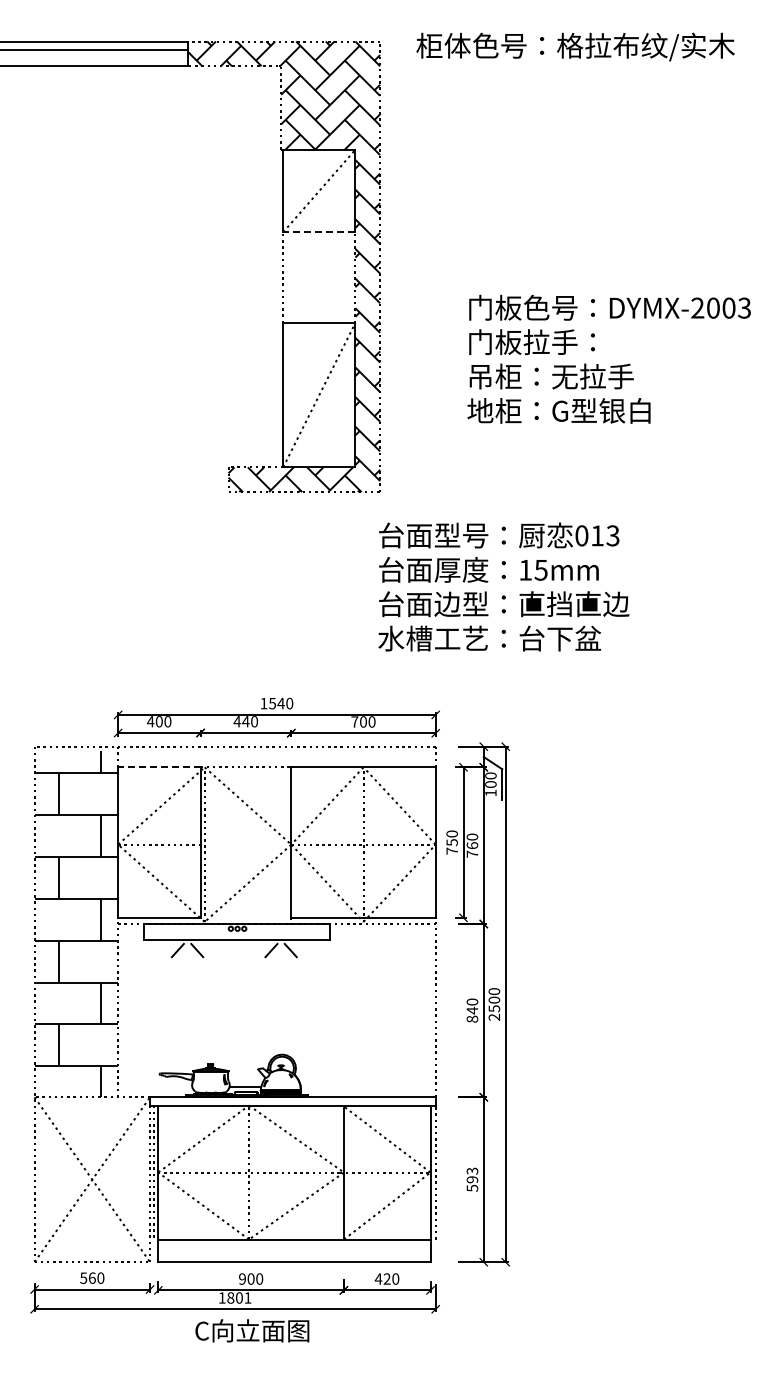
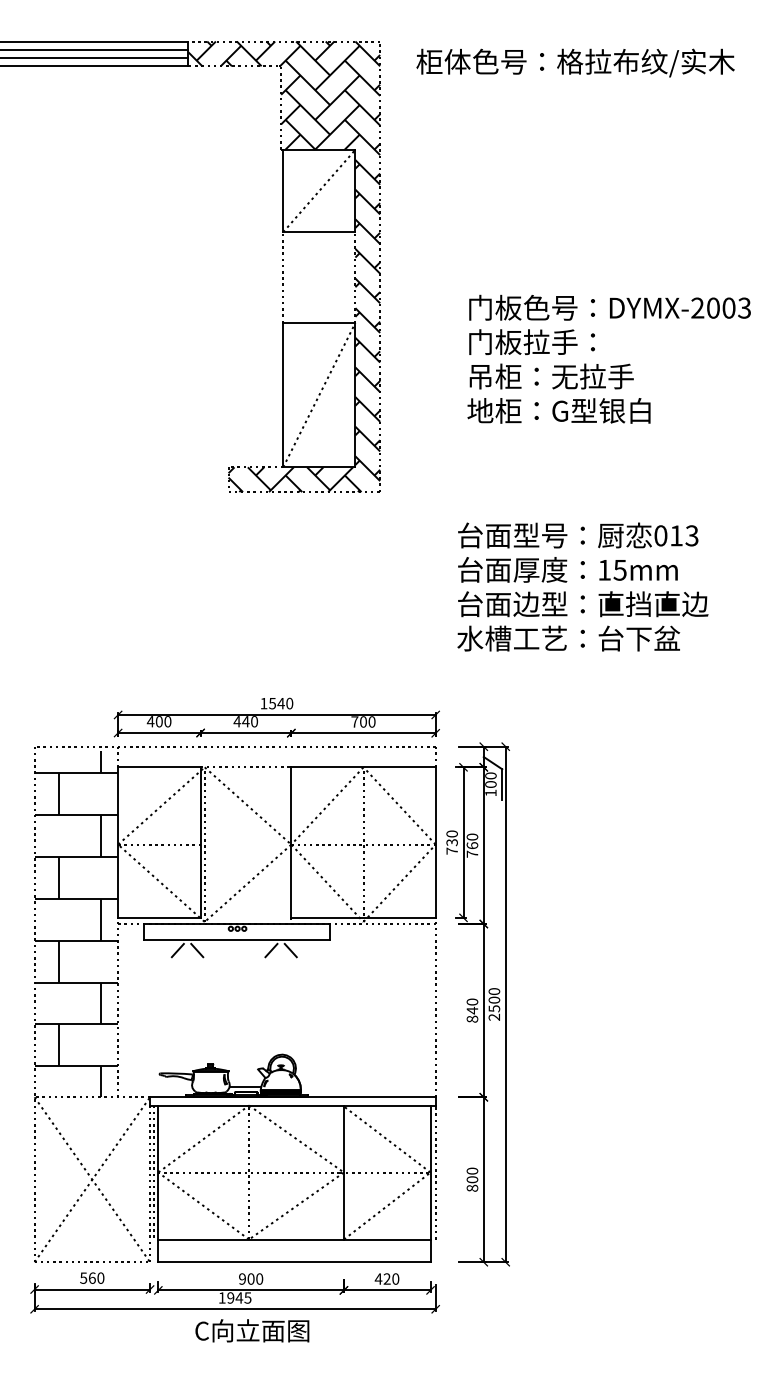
text at (575, 46) position: (575, 46) -> (575, 62)
line at (95, 58): none -> present
line at (318, 232): dashed -> solid
text at (503, 586) position: (503, 586) -> (582, 586)
line at (158, 767): dashed -> solid
text at (451, 842): 750 -> 730
text at (472, 1179): 593 -> 800
text at (239, 1297): 1801 -> 1945
